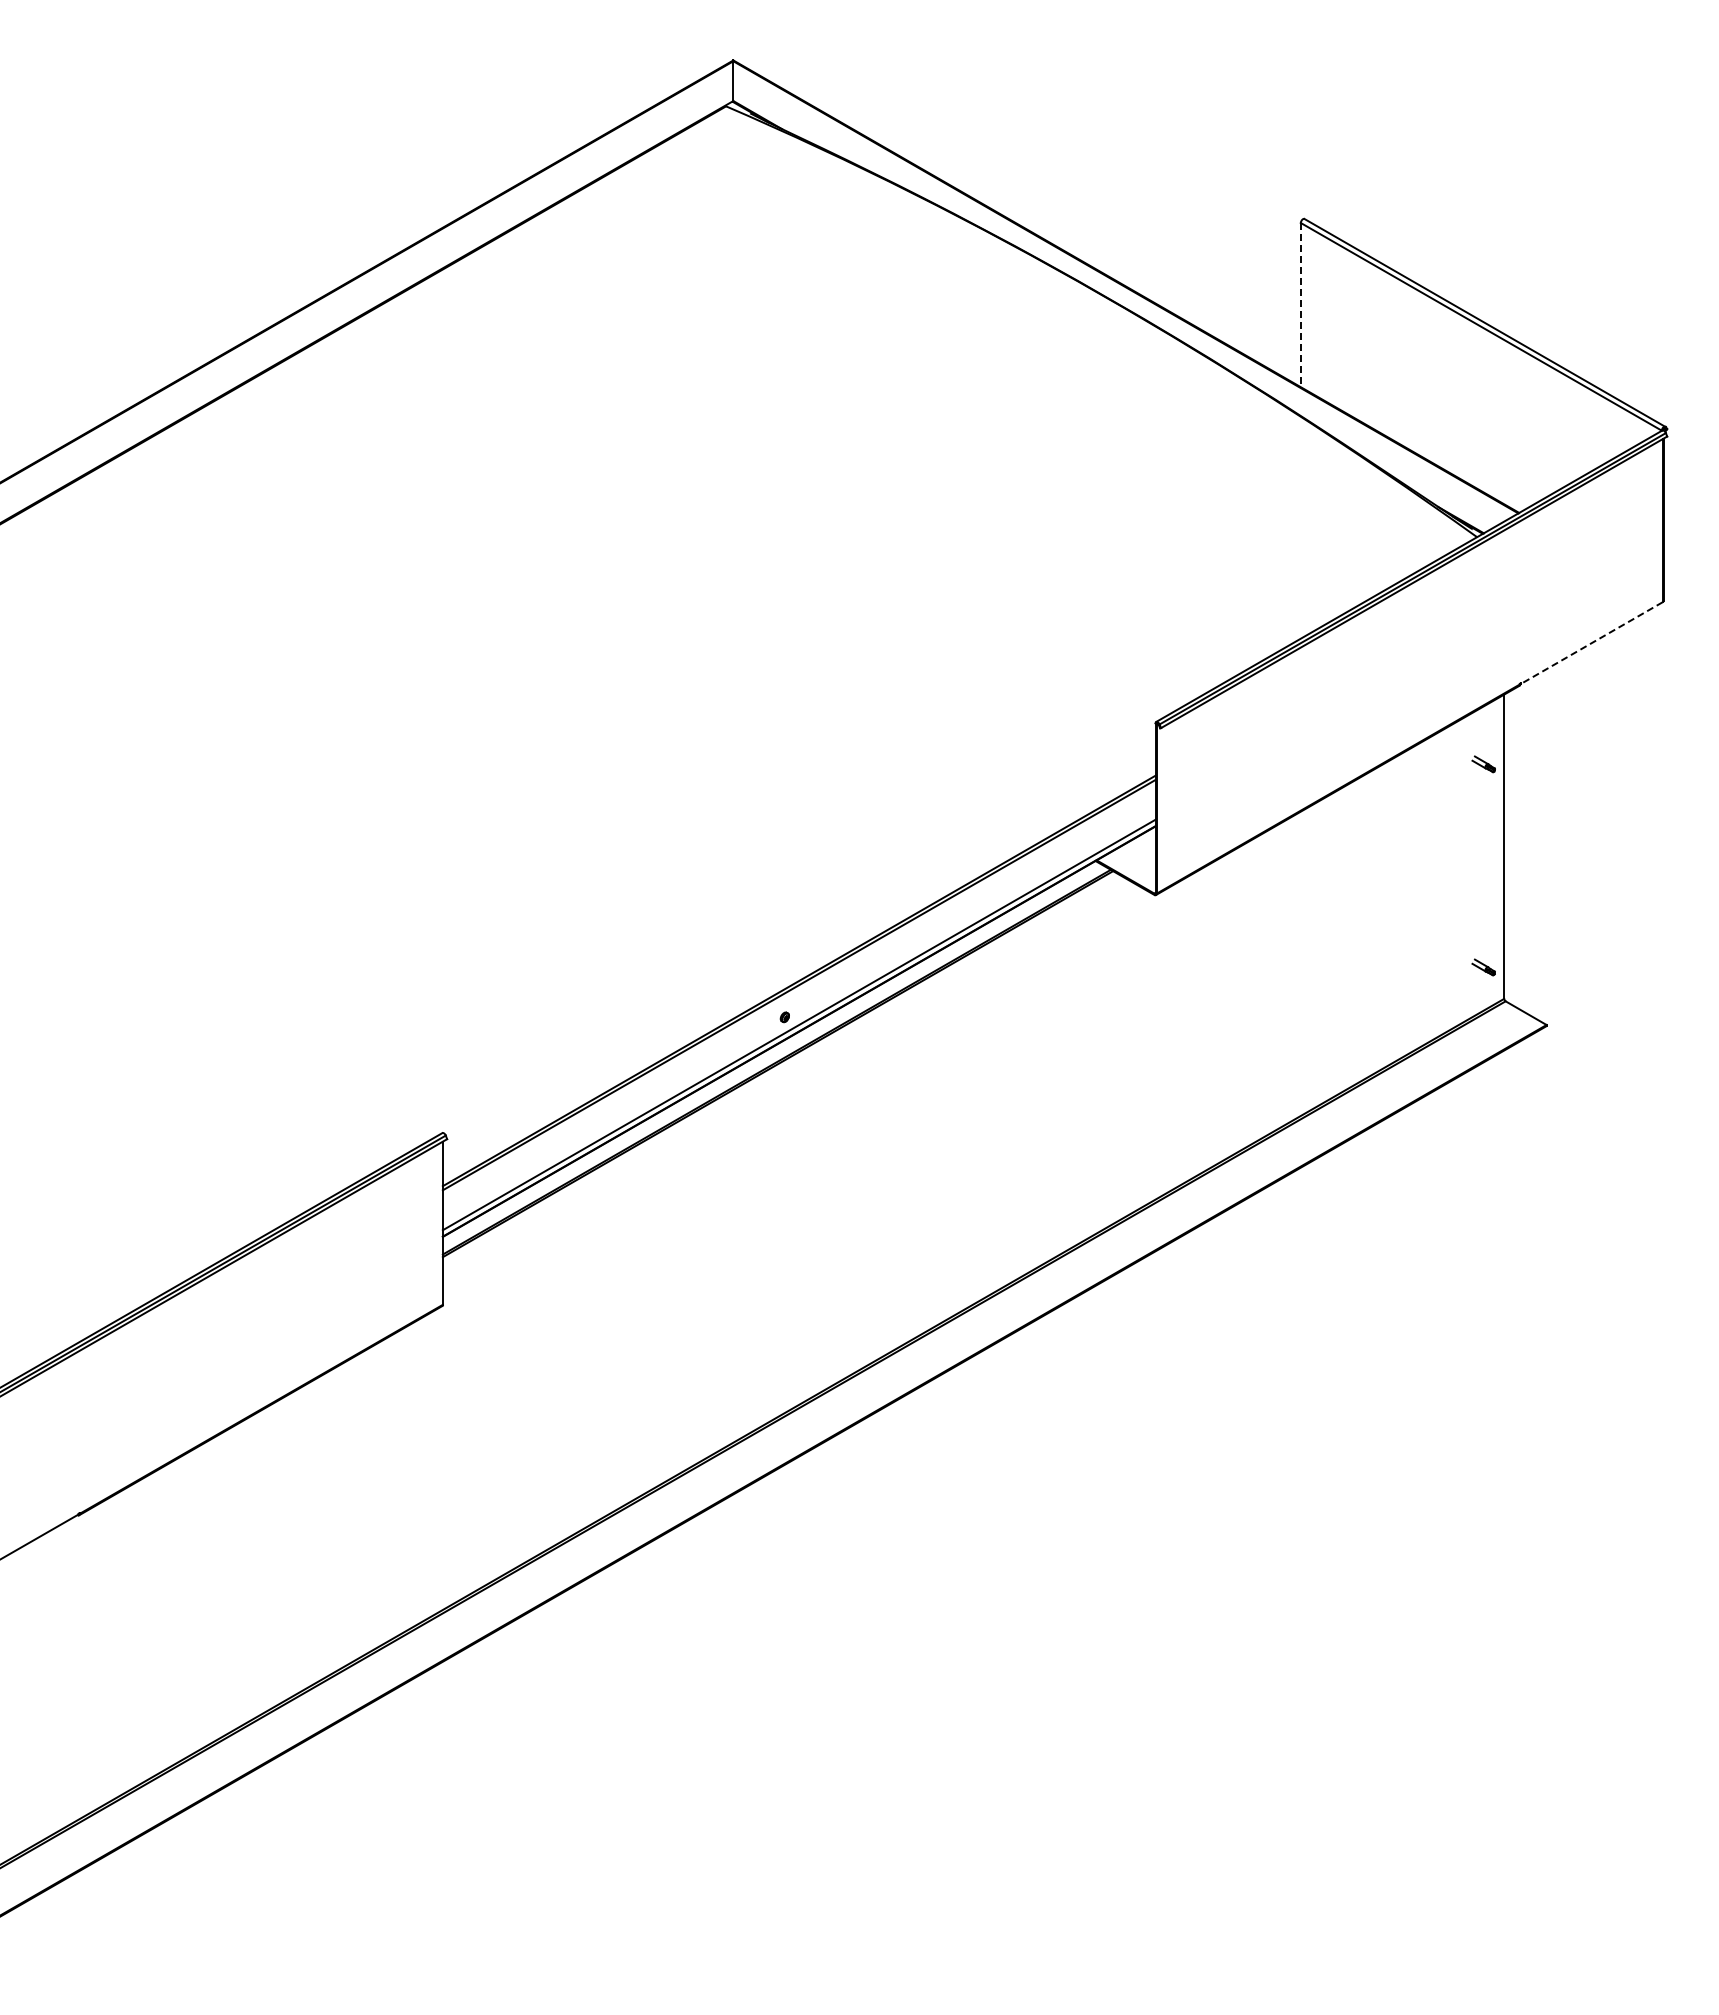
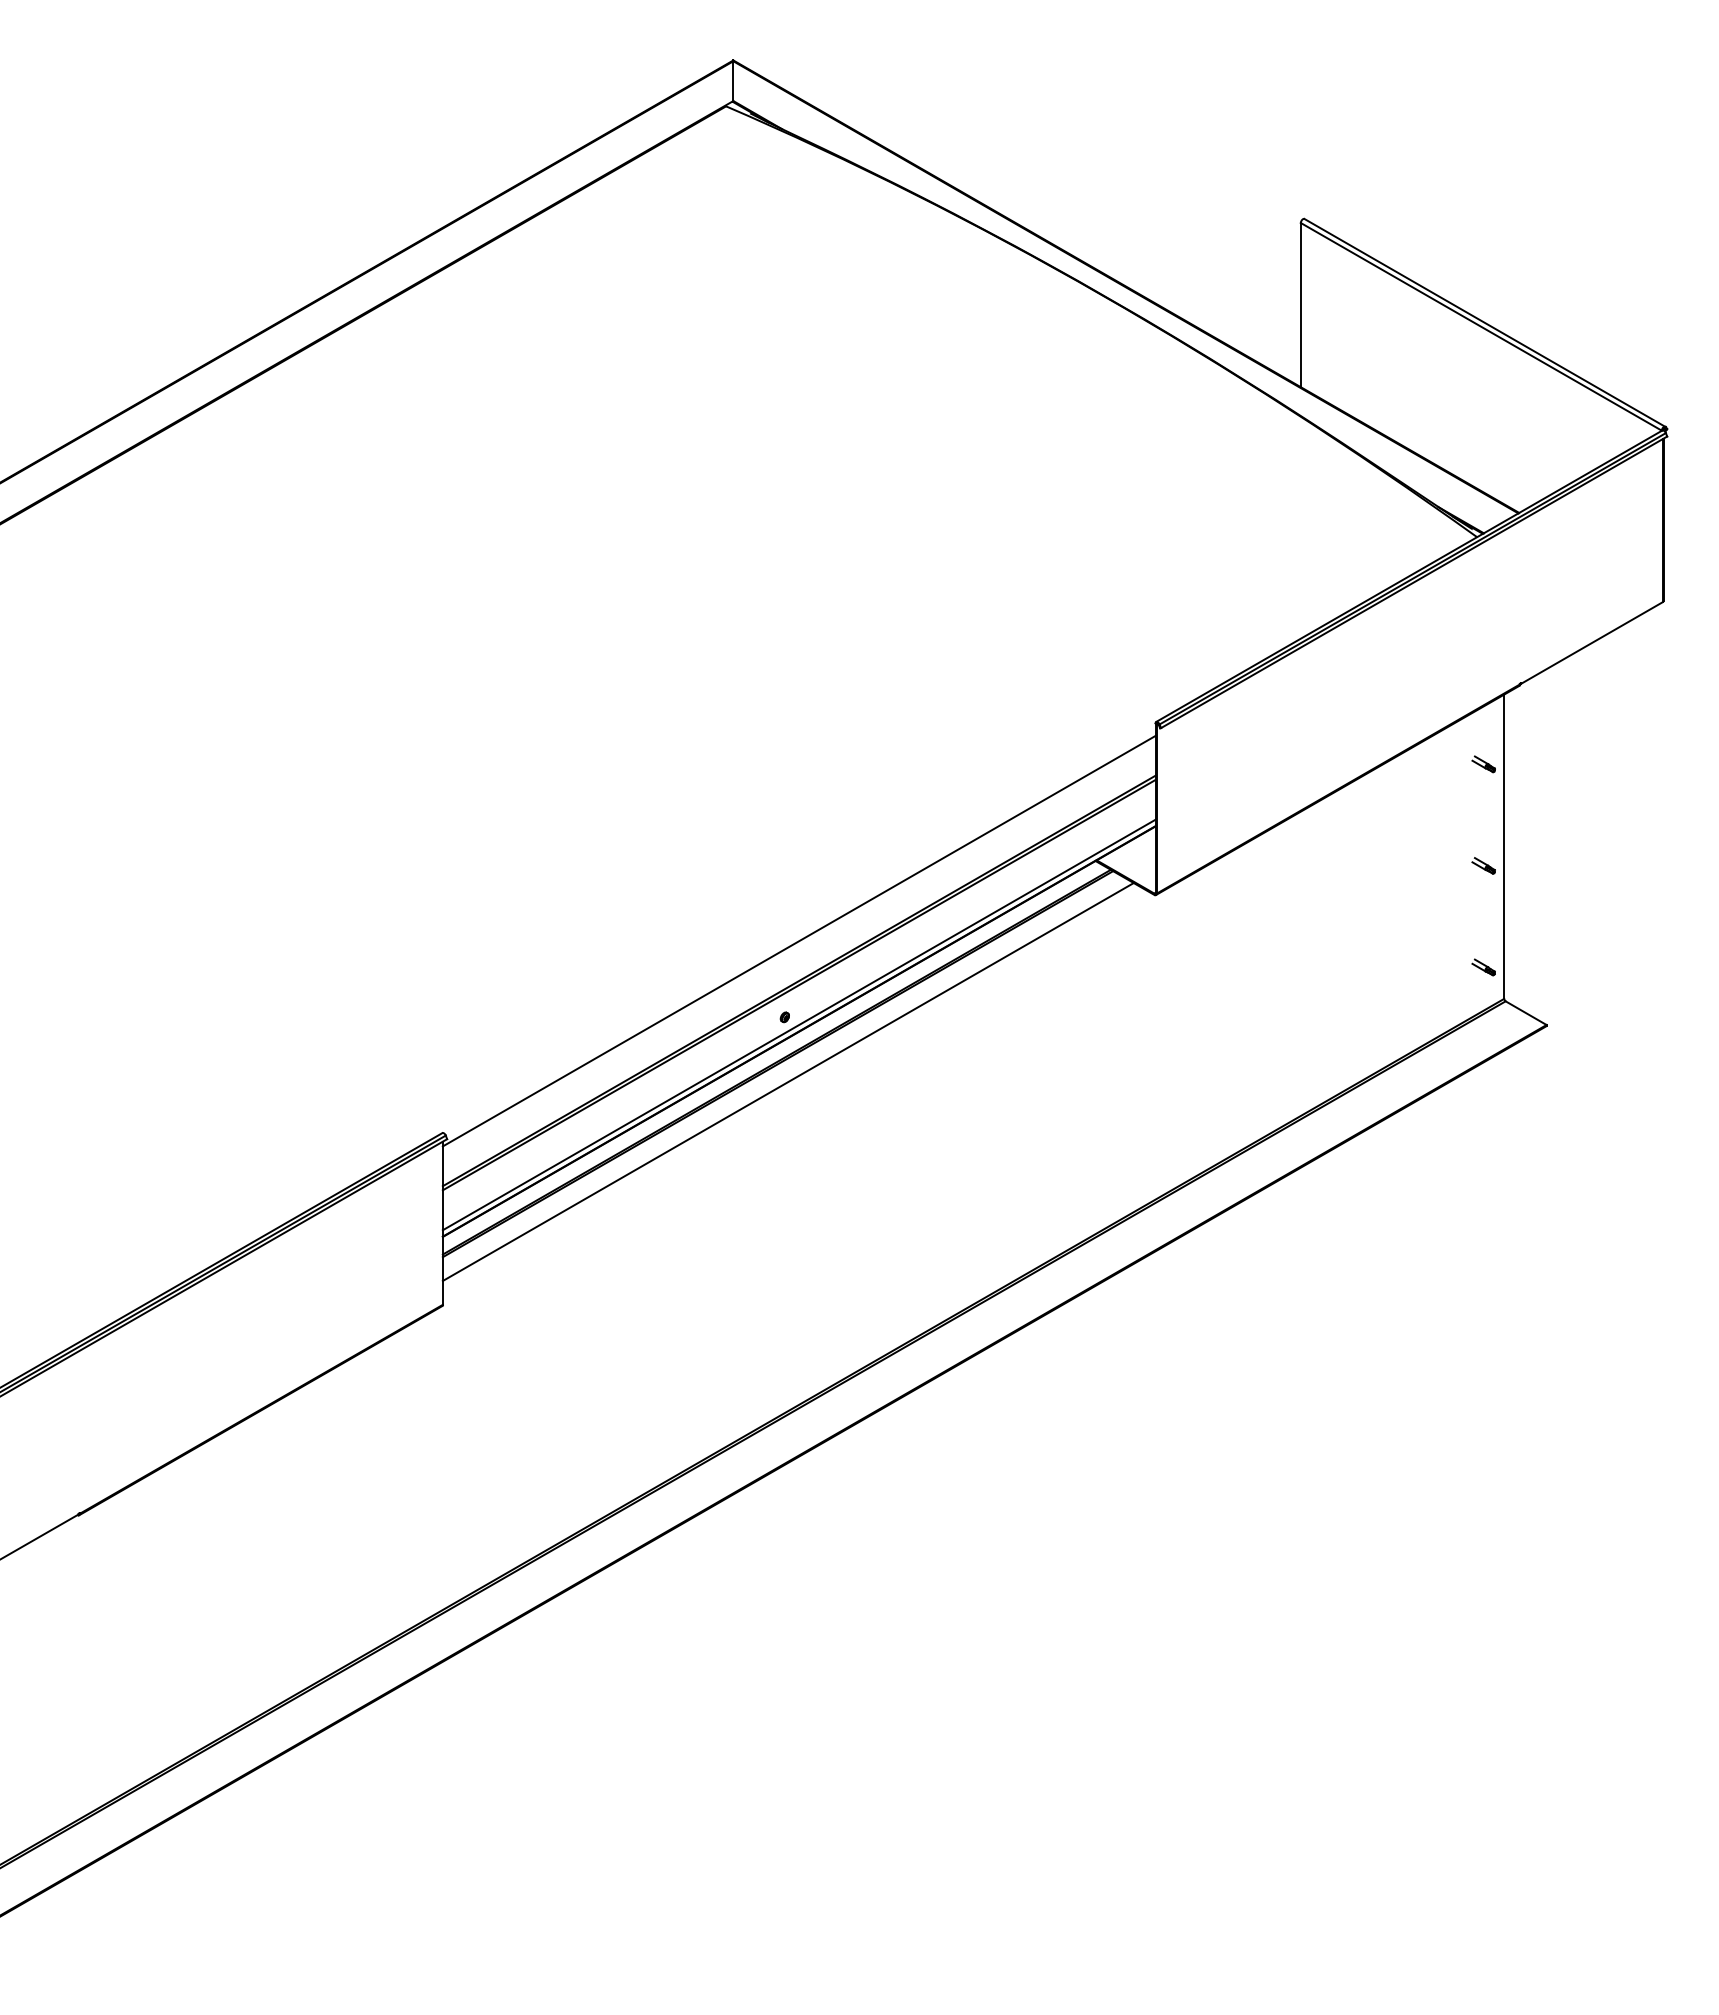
line at (1300, 305): dashed -> solid
line at (1591, 643): dashed -> solid
part at (1483, 865): none -> present
line at (798, 940): none -> present
line at (787, 1082): none -> present
